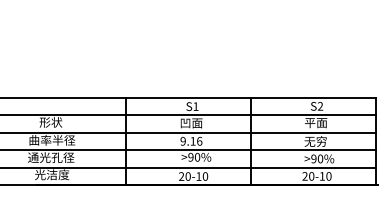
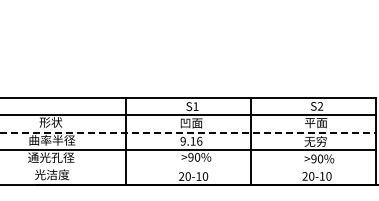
line at (188, 132): solid -> dashed
line at (188, 167): present -> none
